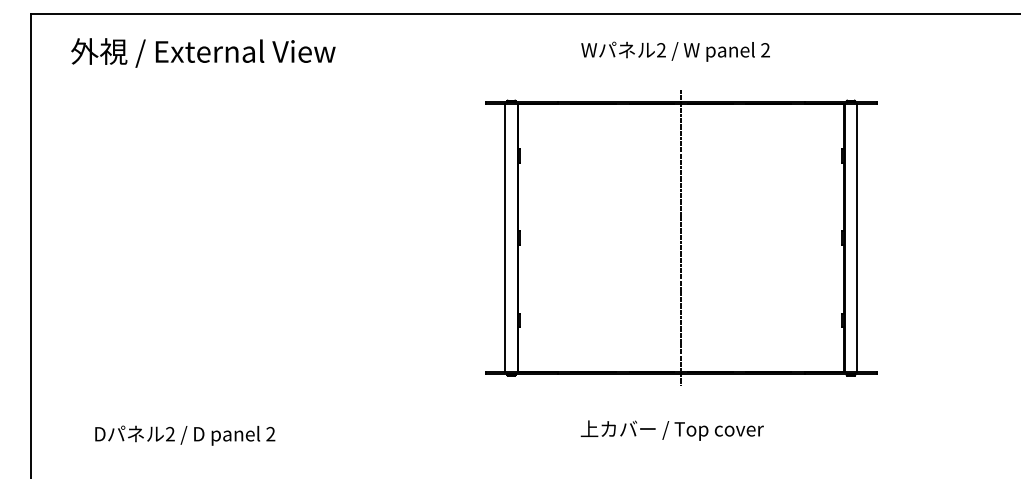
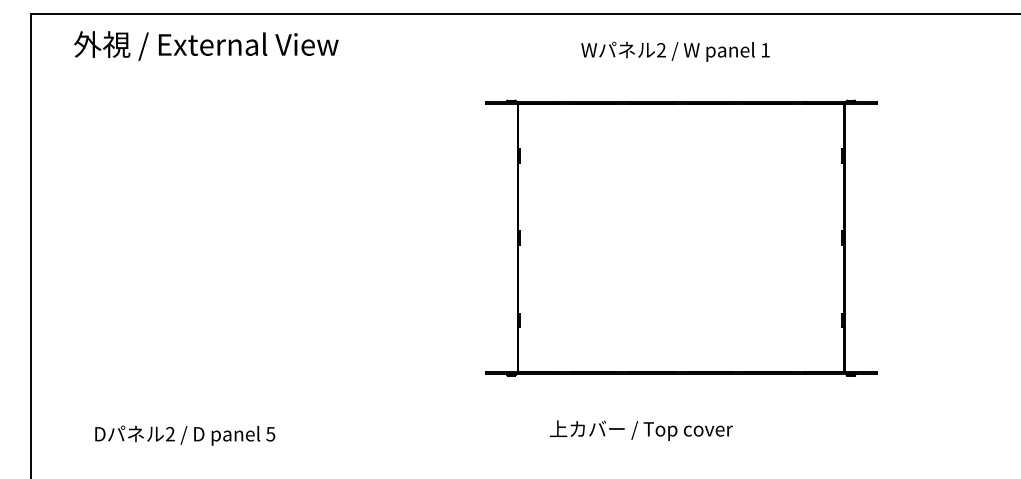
text at (765, 50): 2 -> 1
text at (203, 52) position: (203, 52) -> (206, 45)
line at (505, 237): present -> none
line at (681, 237): present -> none
line at (857, 237): present -> none
text at (671, 430) position: (671, 430) -> (640, 430)
text at (270, 433): 2 -> 5
